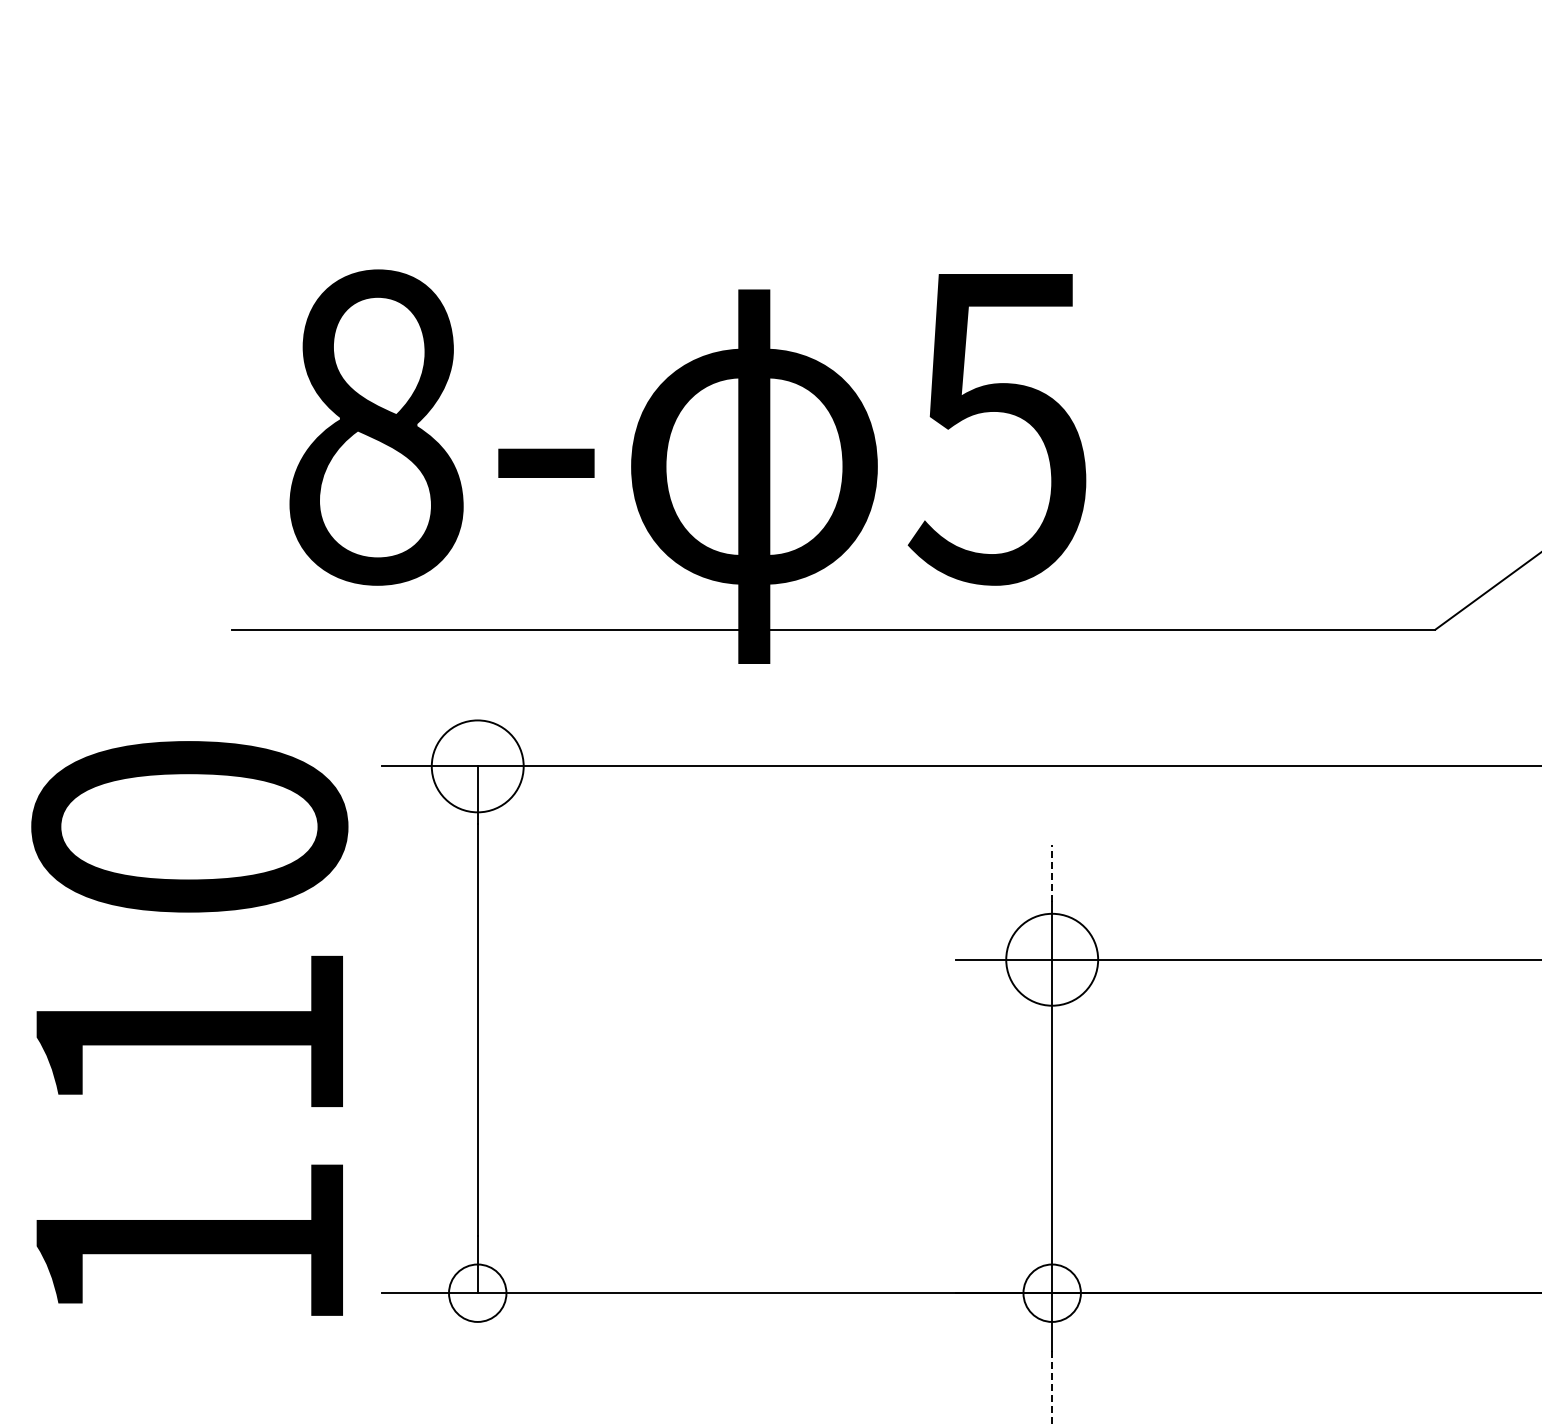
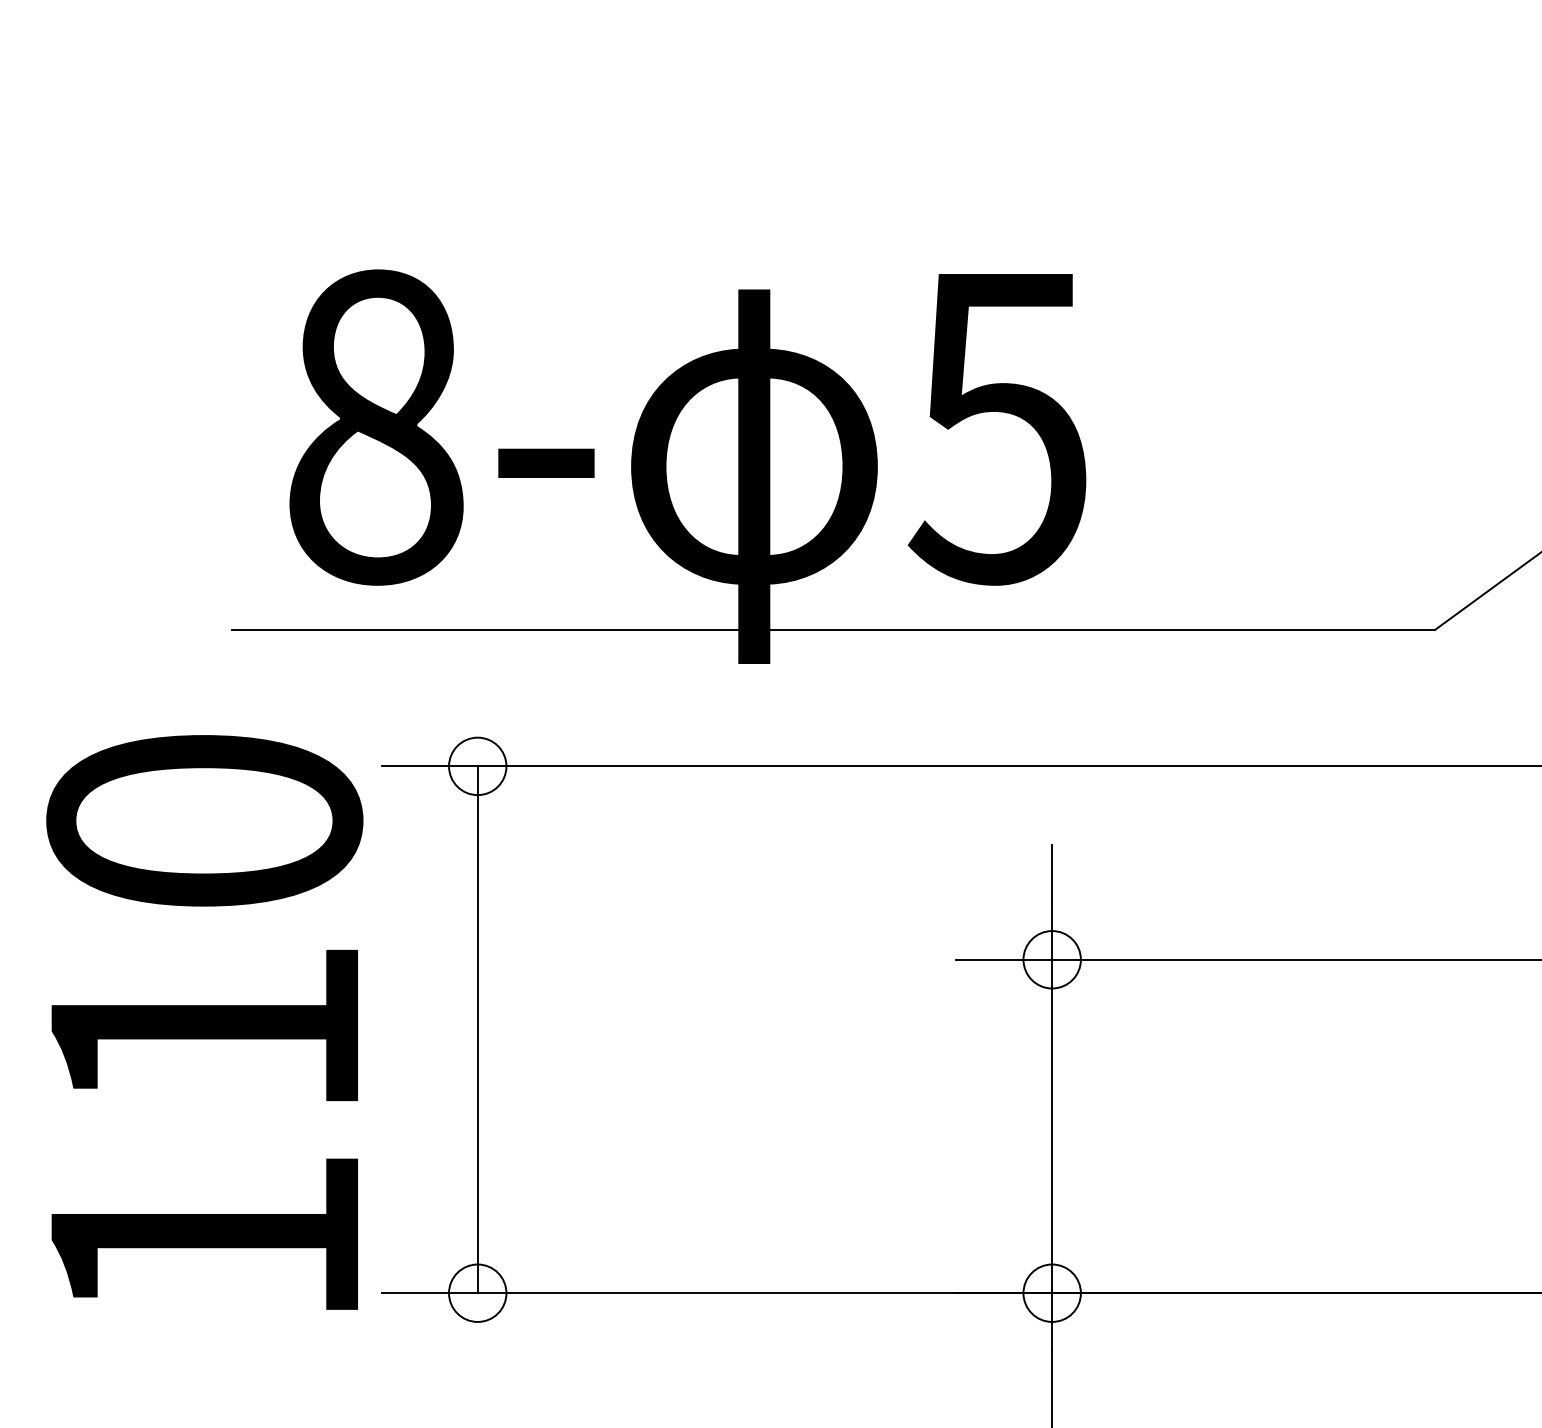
circle at (477, 766) diameter: 92 px -> 57 px
line at (1052, 873): dashed -> solid
circle at (1052, 959) diameter: 92 px -> 57 px
text at (189, 1028) position: (189, 1028) -> (204, 1022)
line at (1052, 1389): dashed -> solid
